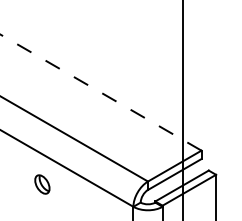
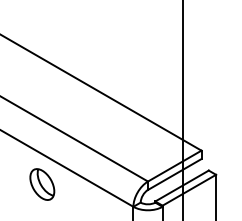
line at (101, 92): dashed -> solid
part at (42, 184) size: 17x21 px -> 27x33 px
